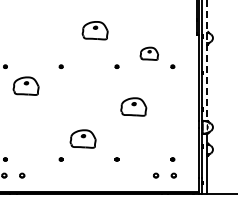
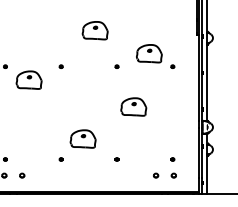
part at (148, 53) size: 20x15 px -> 27x20 px
line at (207, 60): dashed -> solid
part at (25, 85) position: (25, 85) -> (28, 79)
